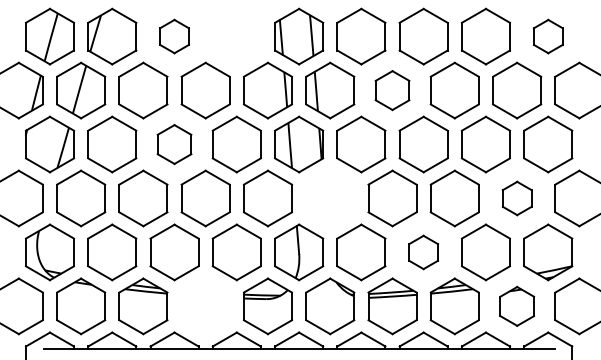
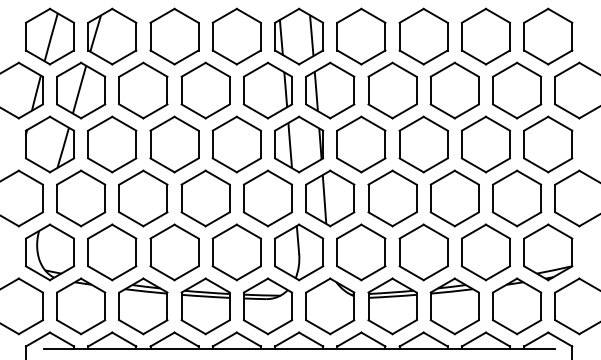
part at (174, 36) size: 31x37 px -> 51x59 px
part at (236, 36): none -> present
part at (548, 36) size: 31x37 px -> 51x59 px
part at (392, 90) size: 37x42 px -> 51x59 px
part at (174, 144) size: 37x42 px -> 51x59 px
part at (330, 198): none -> present
part at (516, 198) size: 32x37 px -> 51x59 px
part at (423, 252) size: 31x37 px -> 51x59 px
part at (517, 305) size: 37x42 px -> 51x59 px
part at (205, 306): none -> present
